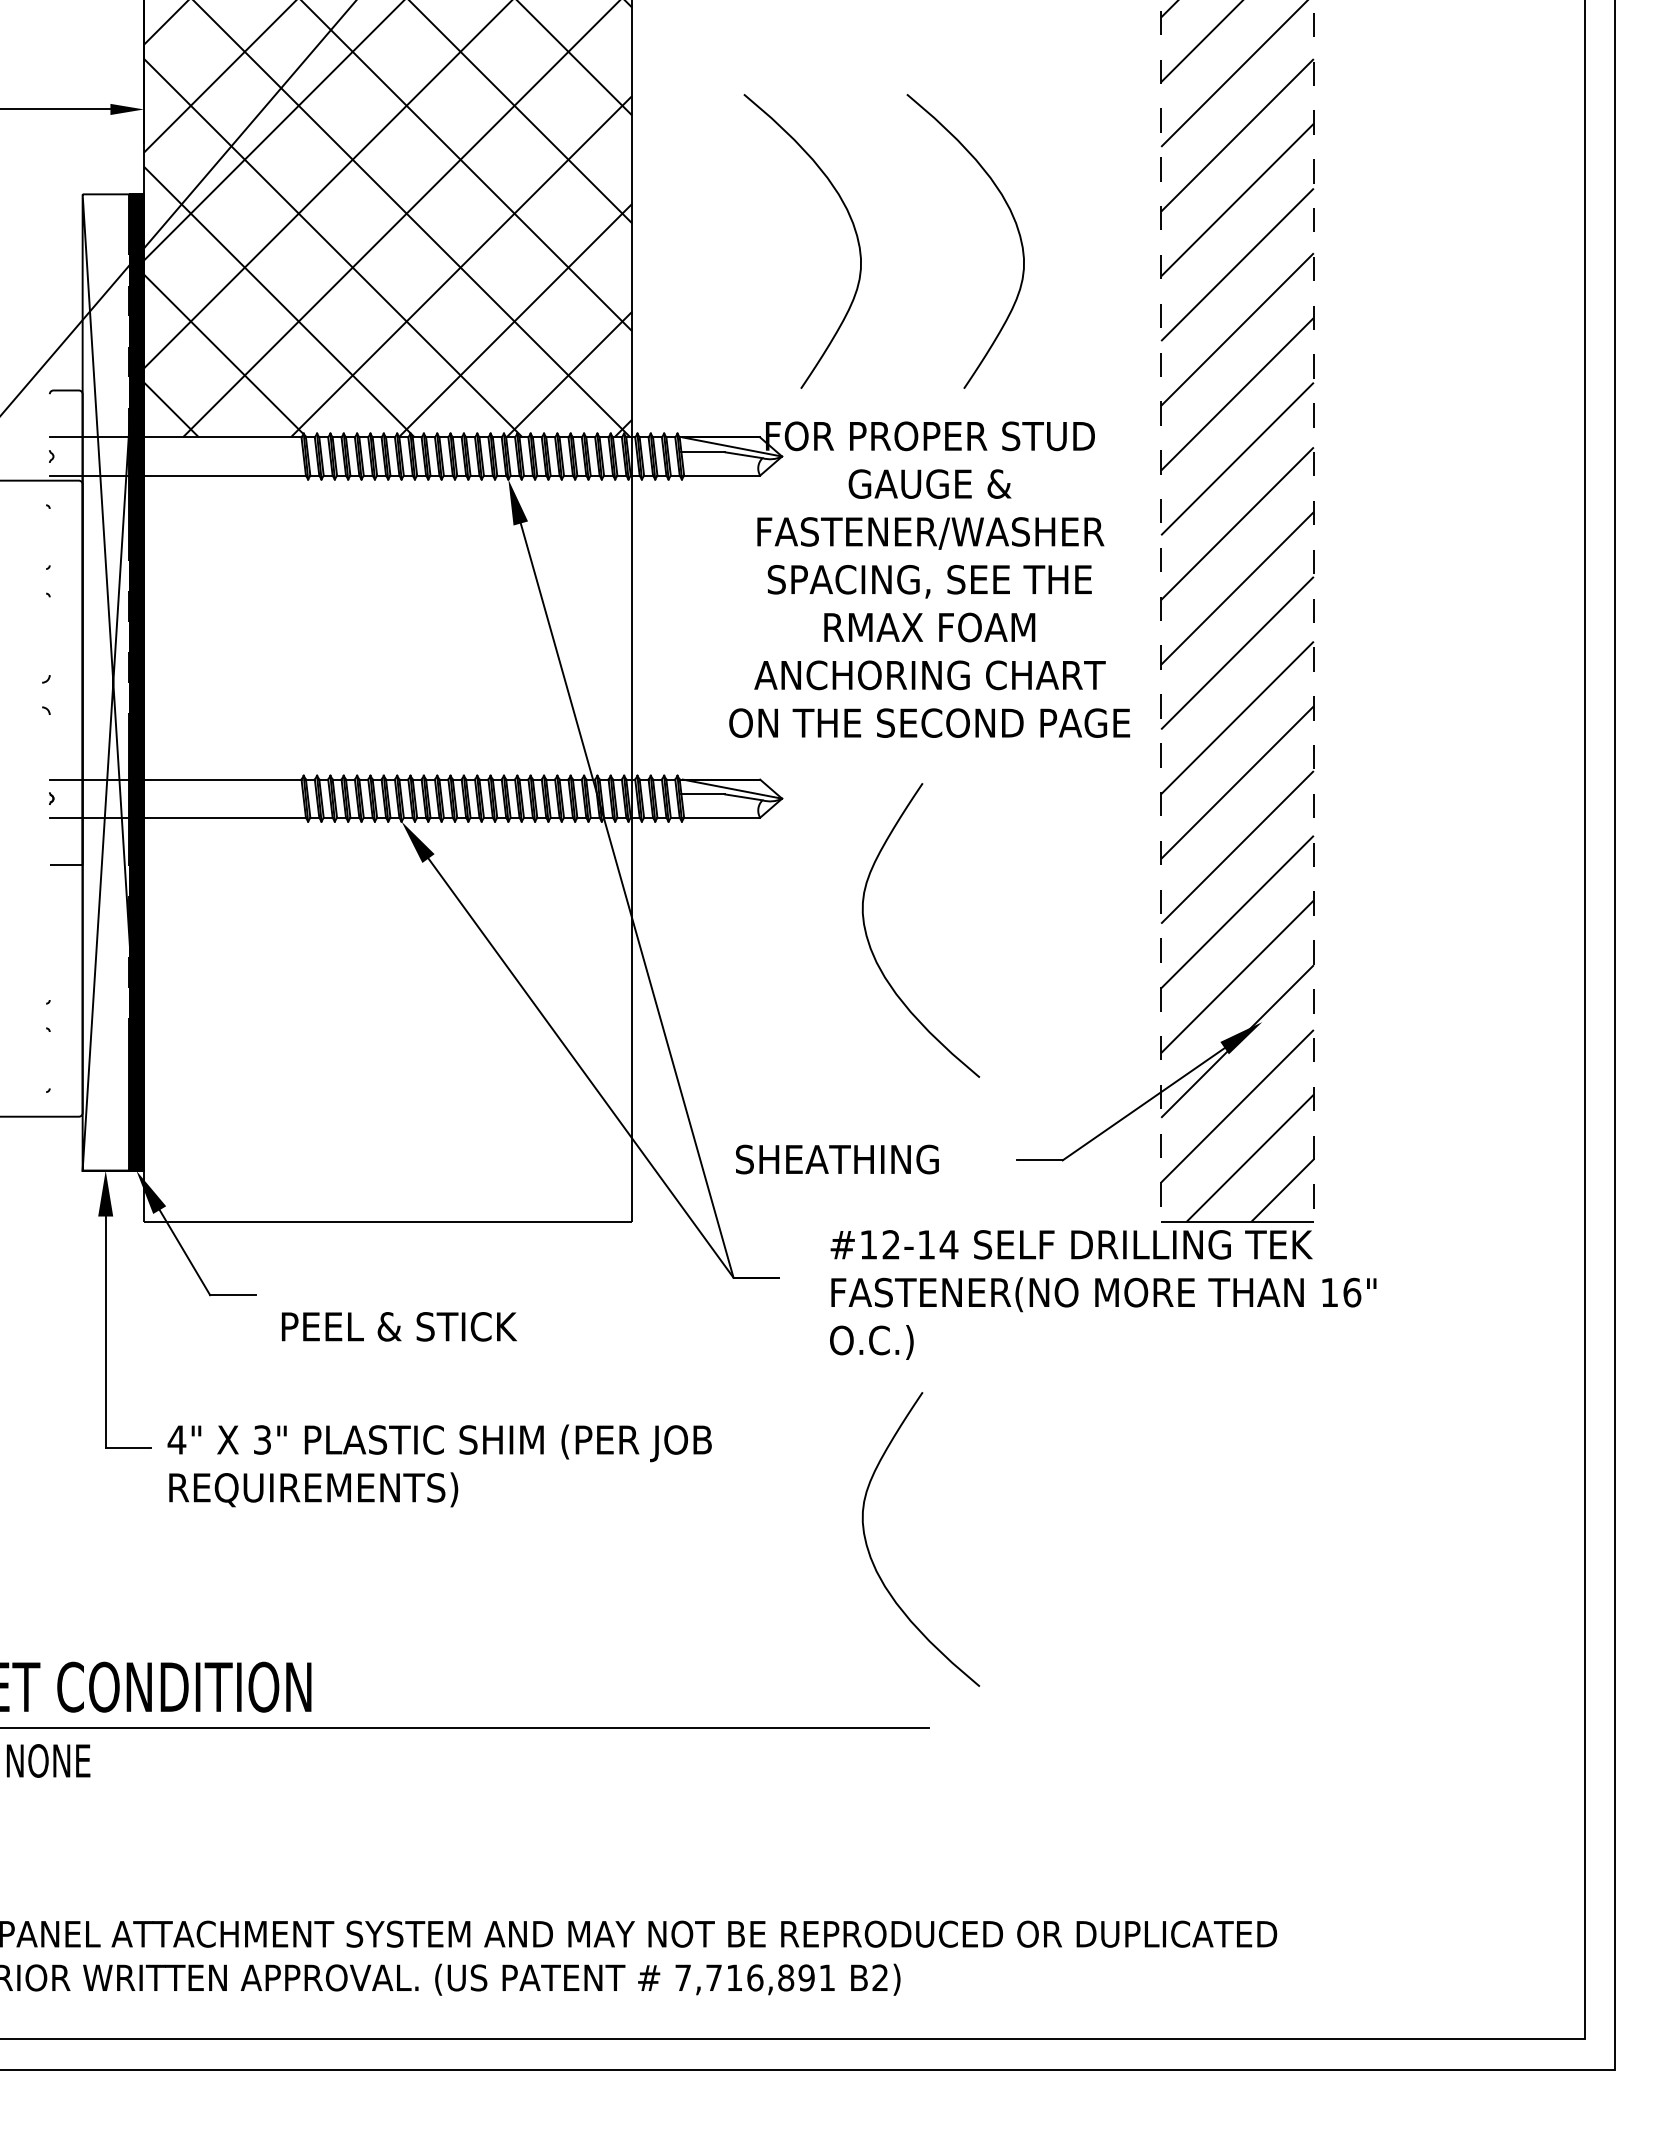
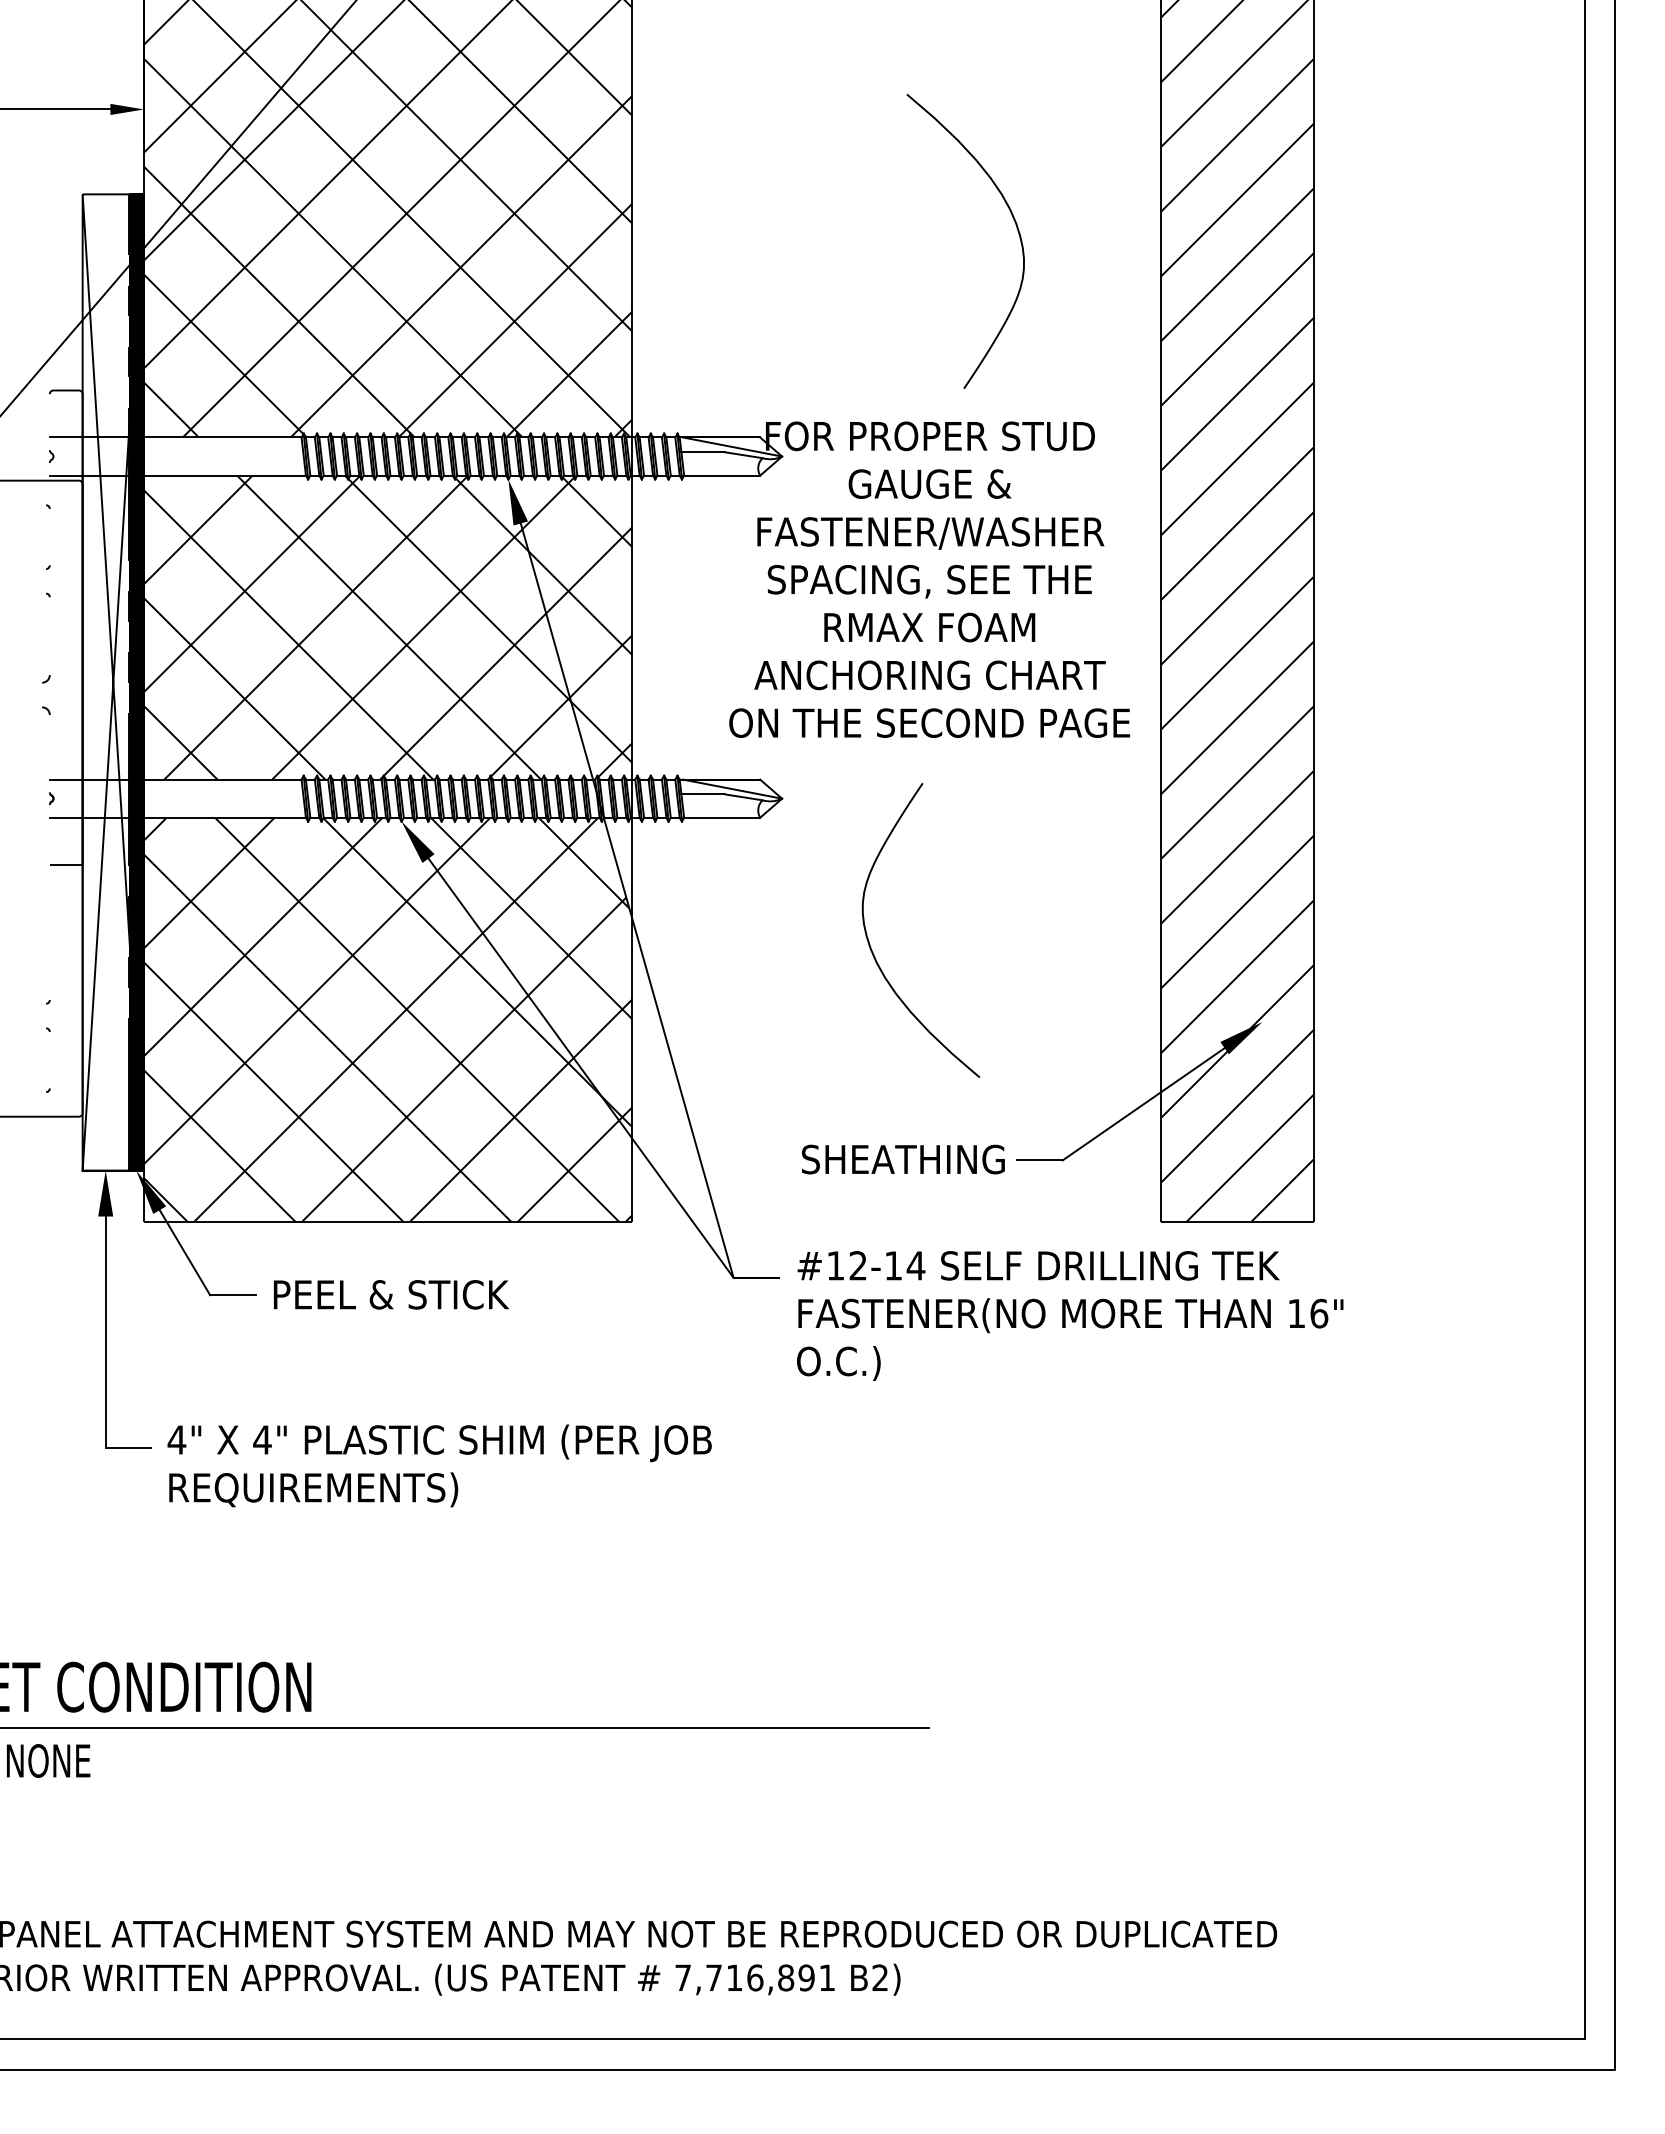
curve at (850, 220): present -> none
line at (1161, 611): dashed -> solid
line at (1313, 611): dashed -> solid
hatch at (388, 627): none -> present
hatch at (388, 1019): none -> present
text at (837, 1159) position: (837, 1159) -> (903, 1159)
text at (1103, 1294) position: (1103, 1294) -> (1070, 1315)
text at (399, 1326) position: (399, 1326) -> (391, 1294)
text at (262, 1439): 3" -> 4"
curve at (871, 1556): present -> none
